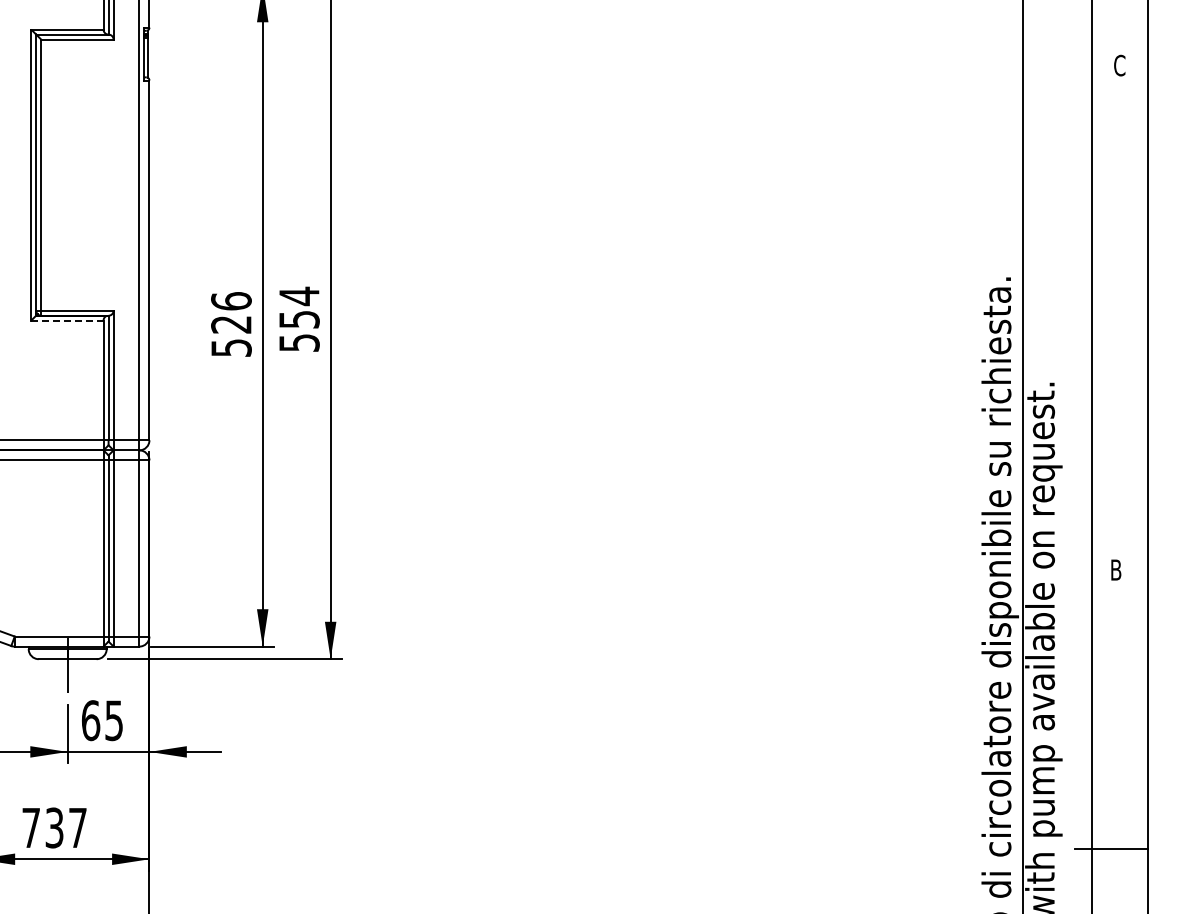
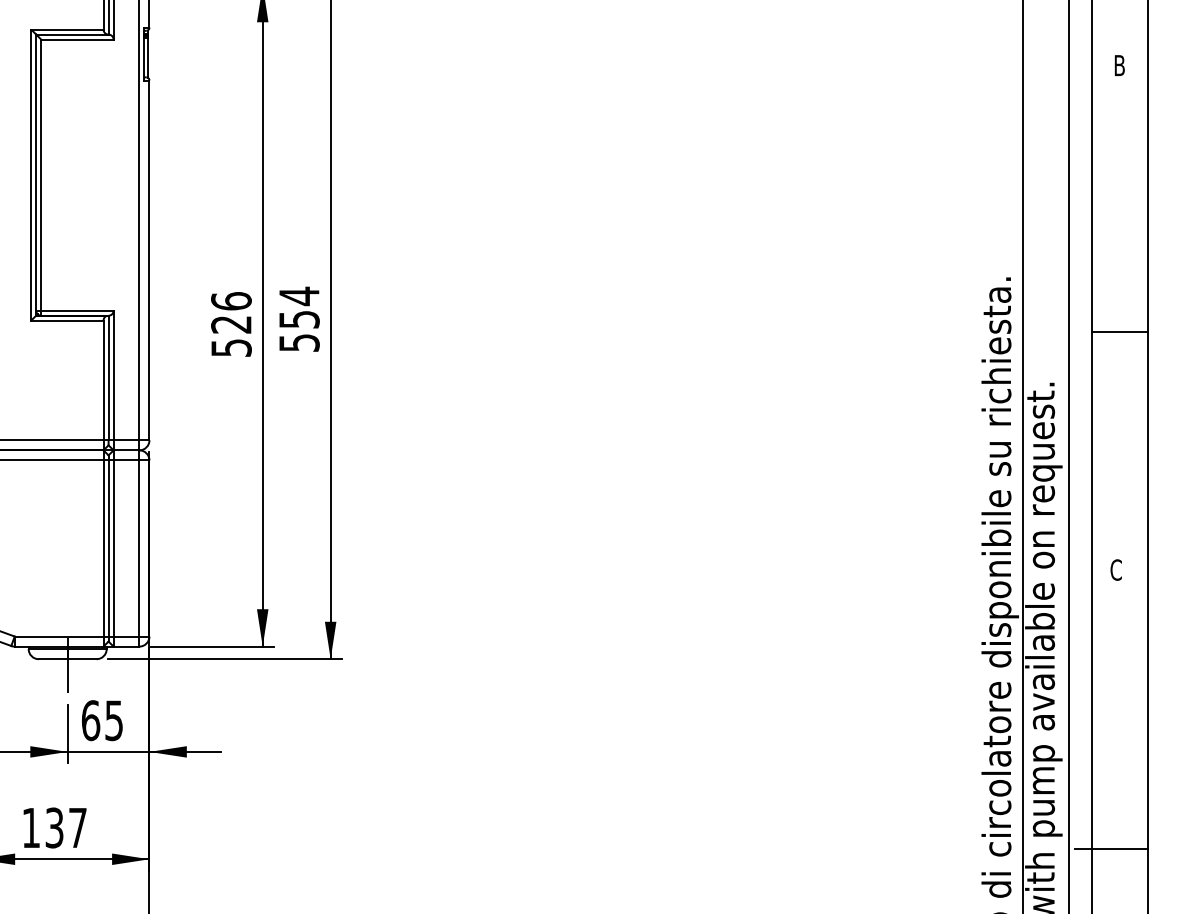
text at (1119, 65): C -> B
line at (66, 320): dashed -> solid
line at (1119, 331): none -> present
line at (1069, 456): none -> present
text at (1115, 569): B -> C
text at (30, 827): 737 -> 137
